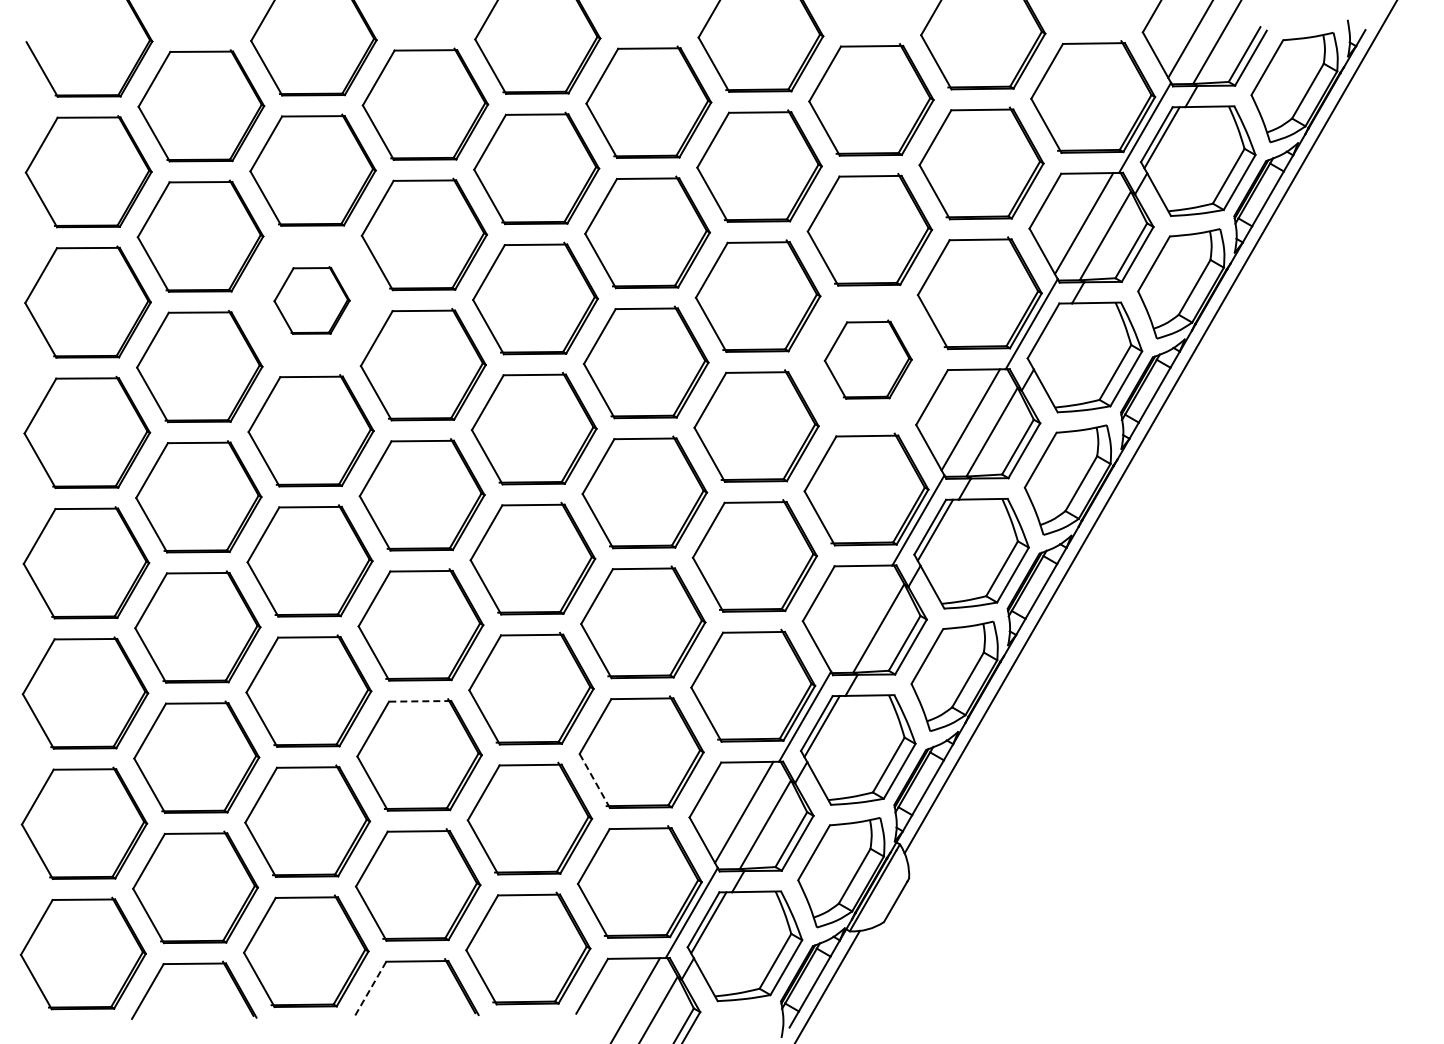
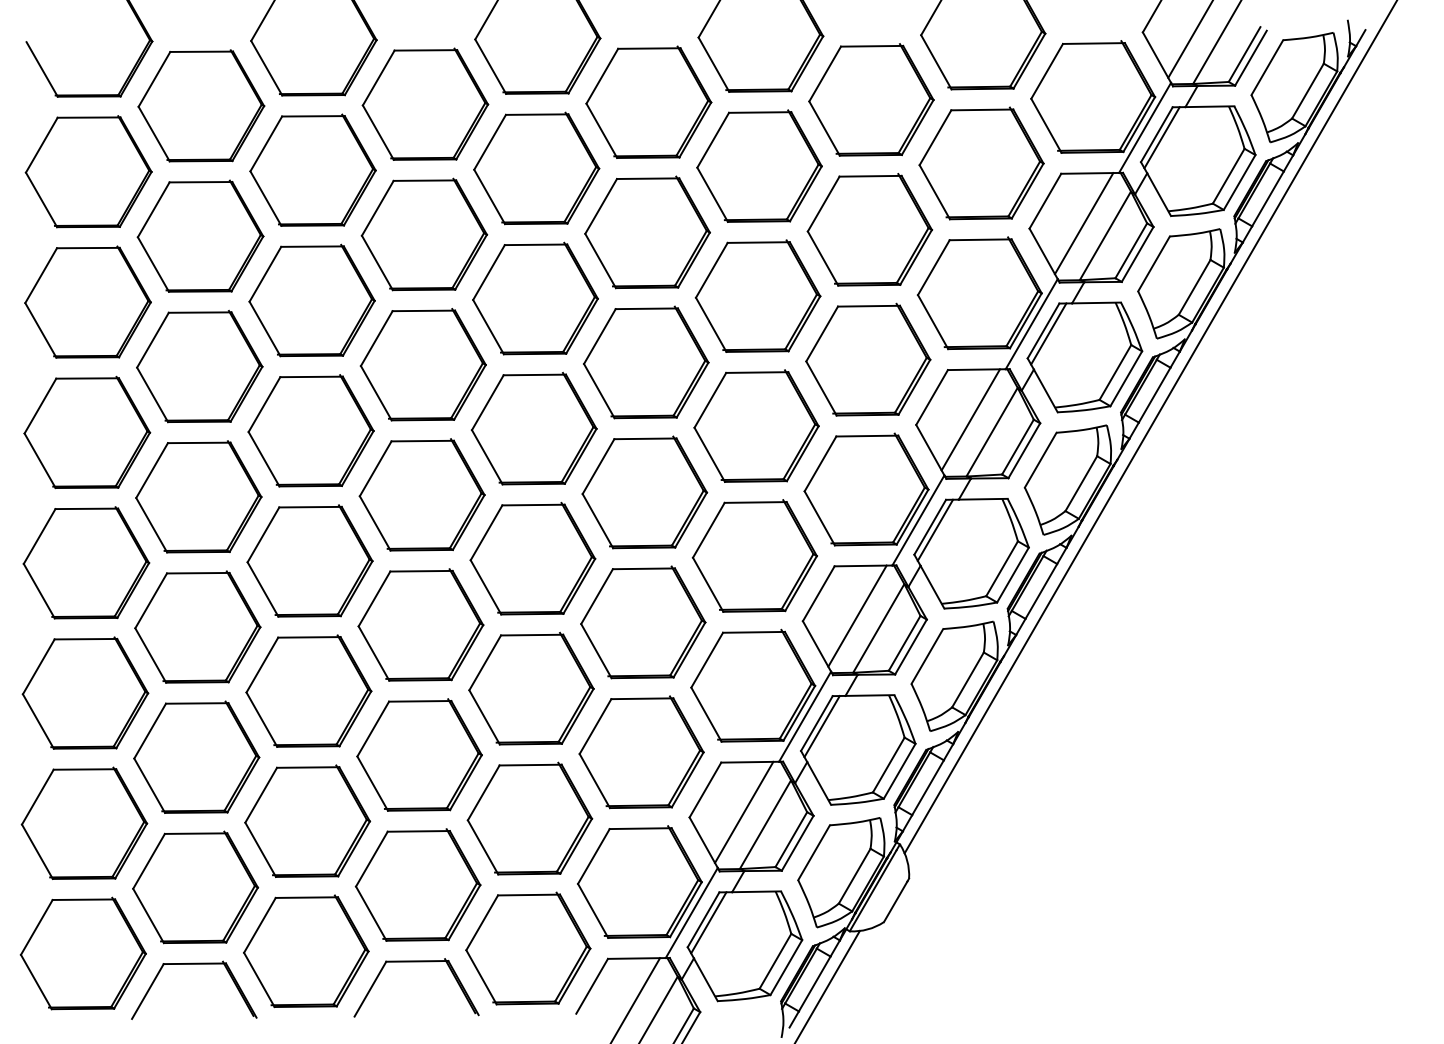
part at (311, 300) size: 78x69 px -> 128x115 px
line at (1048, 333): none -> present
part at (867, 359) size: 90x81 px -> 127x115 px
line at (857, 615): none -> present
line at (419, 701): dashed -> solid
line at (594, 781): dashed -> solid
line at (370, 989): dashed -> solid
